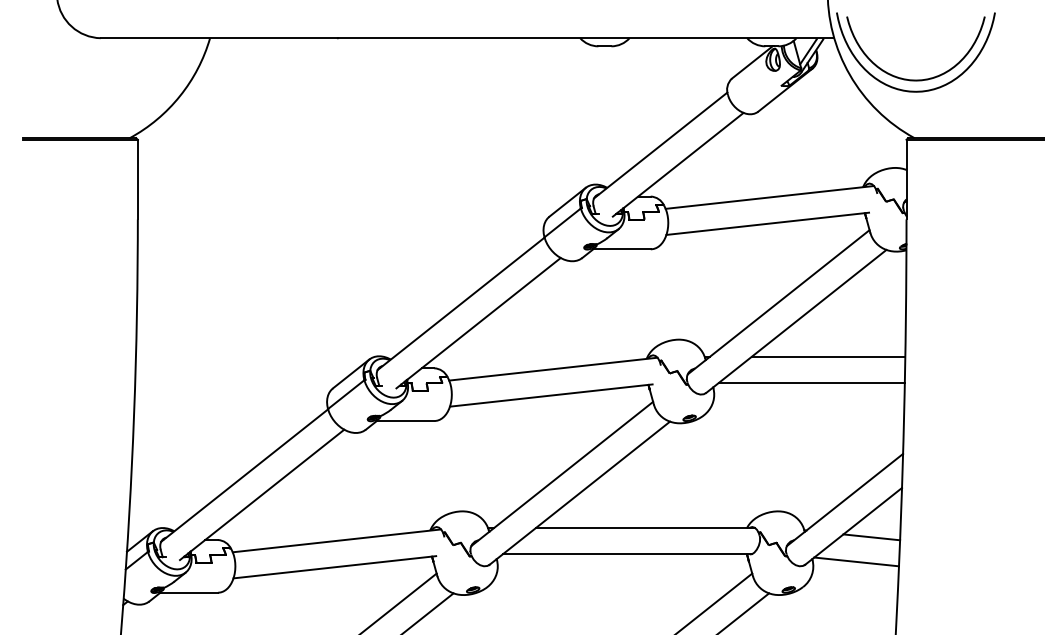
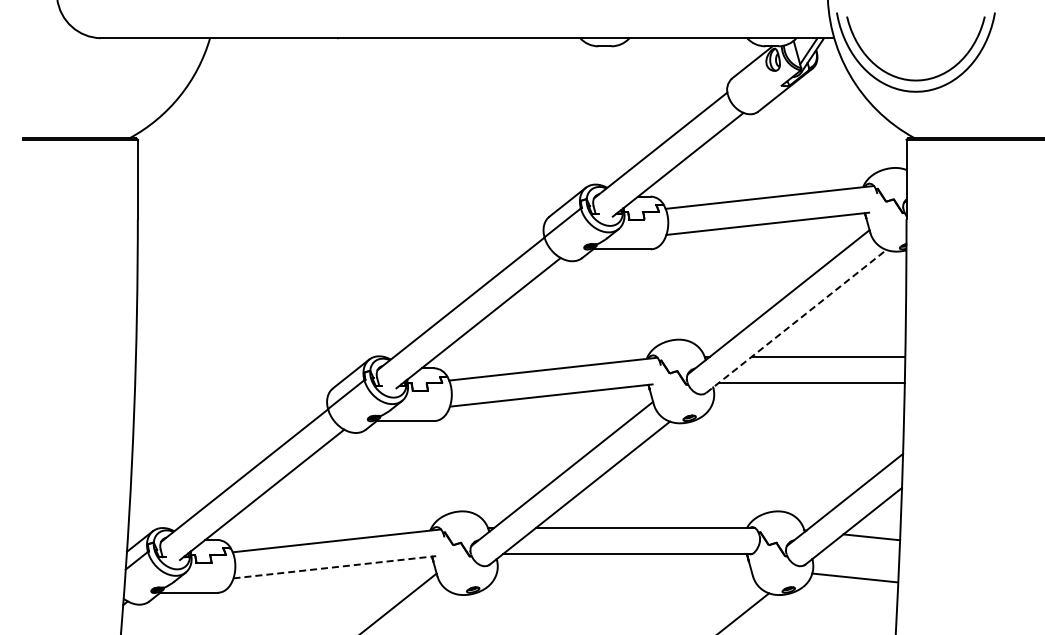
line at (796, 321): solid -> dashed
line at (856, 561) position: (856, 561) -> (854, 577)
line at (334, 567): solid -> dashed
line at (715, 602): present -> none
line at (429, 612): present -> none
